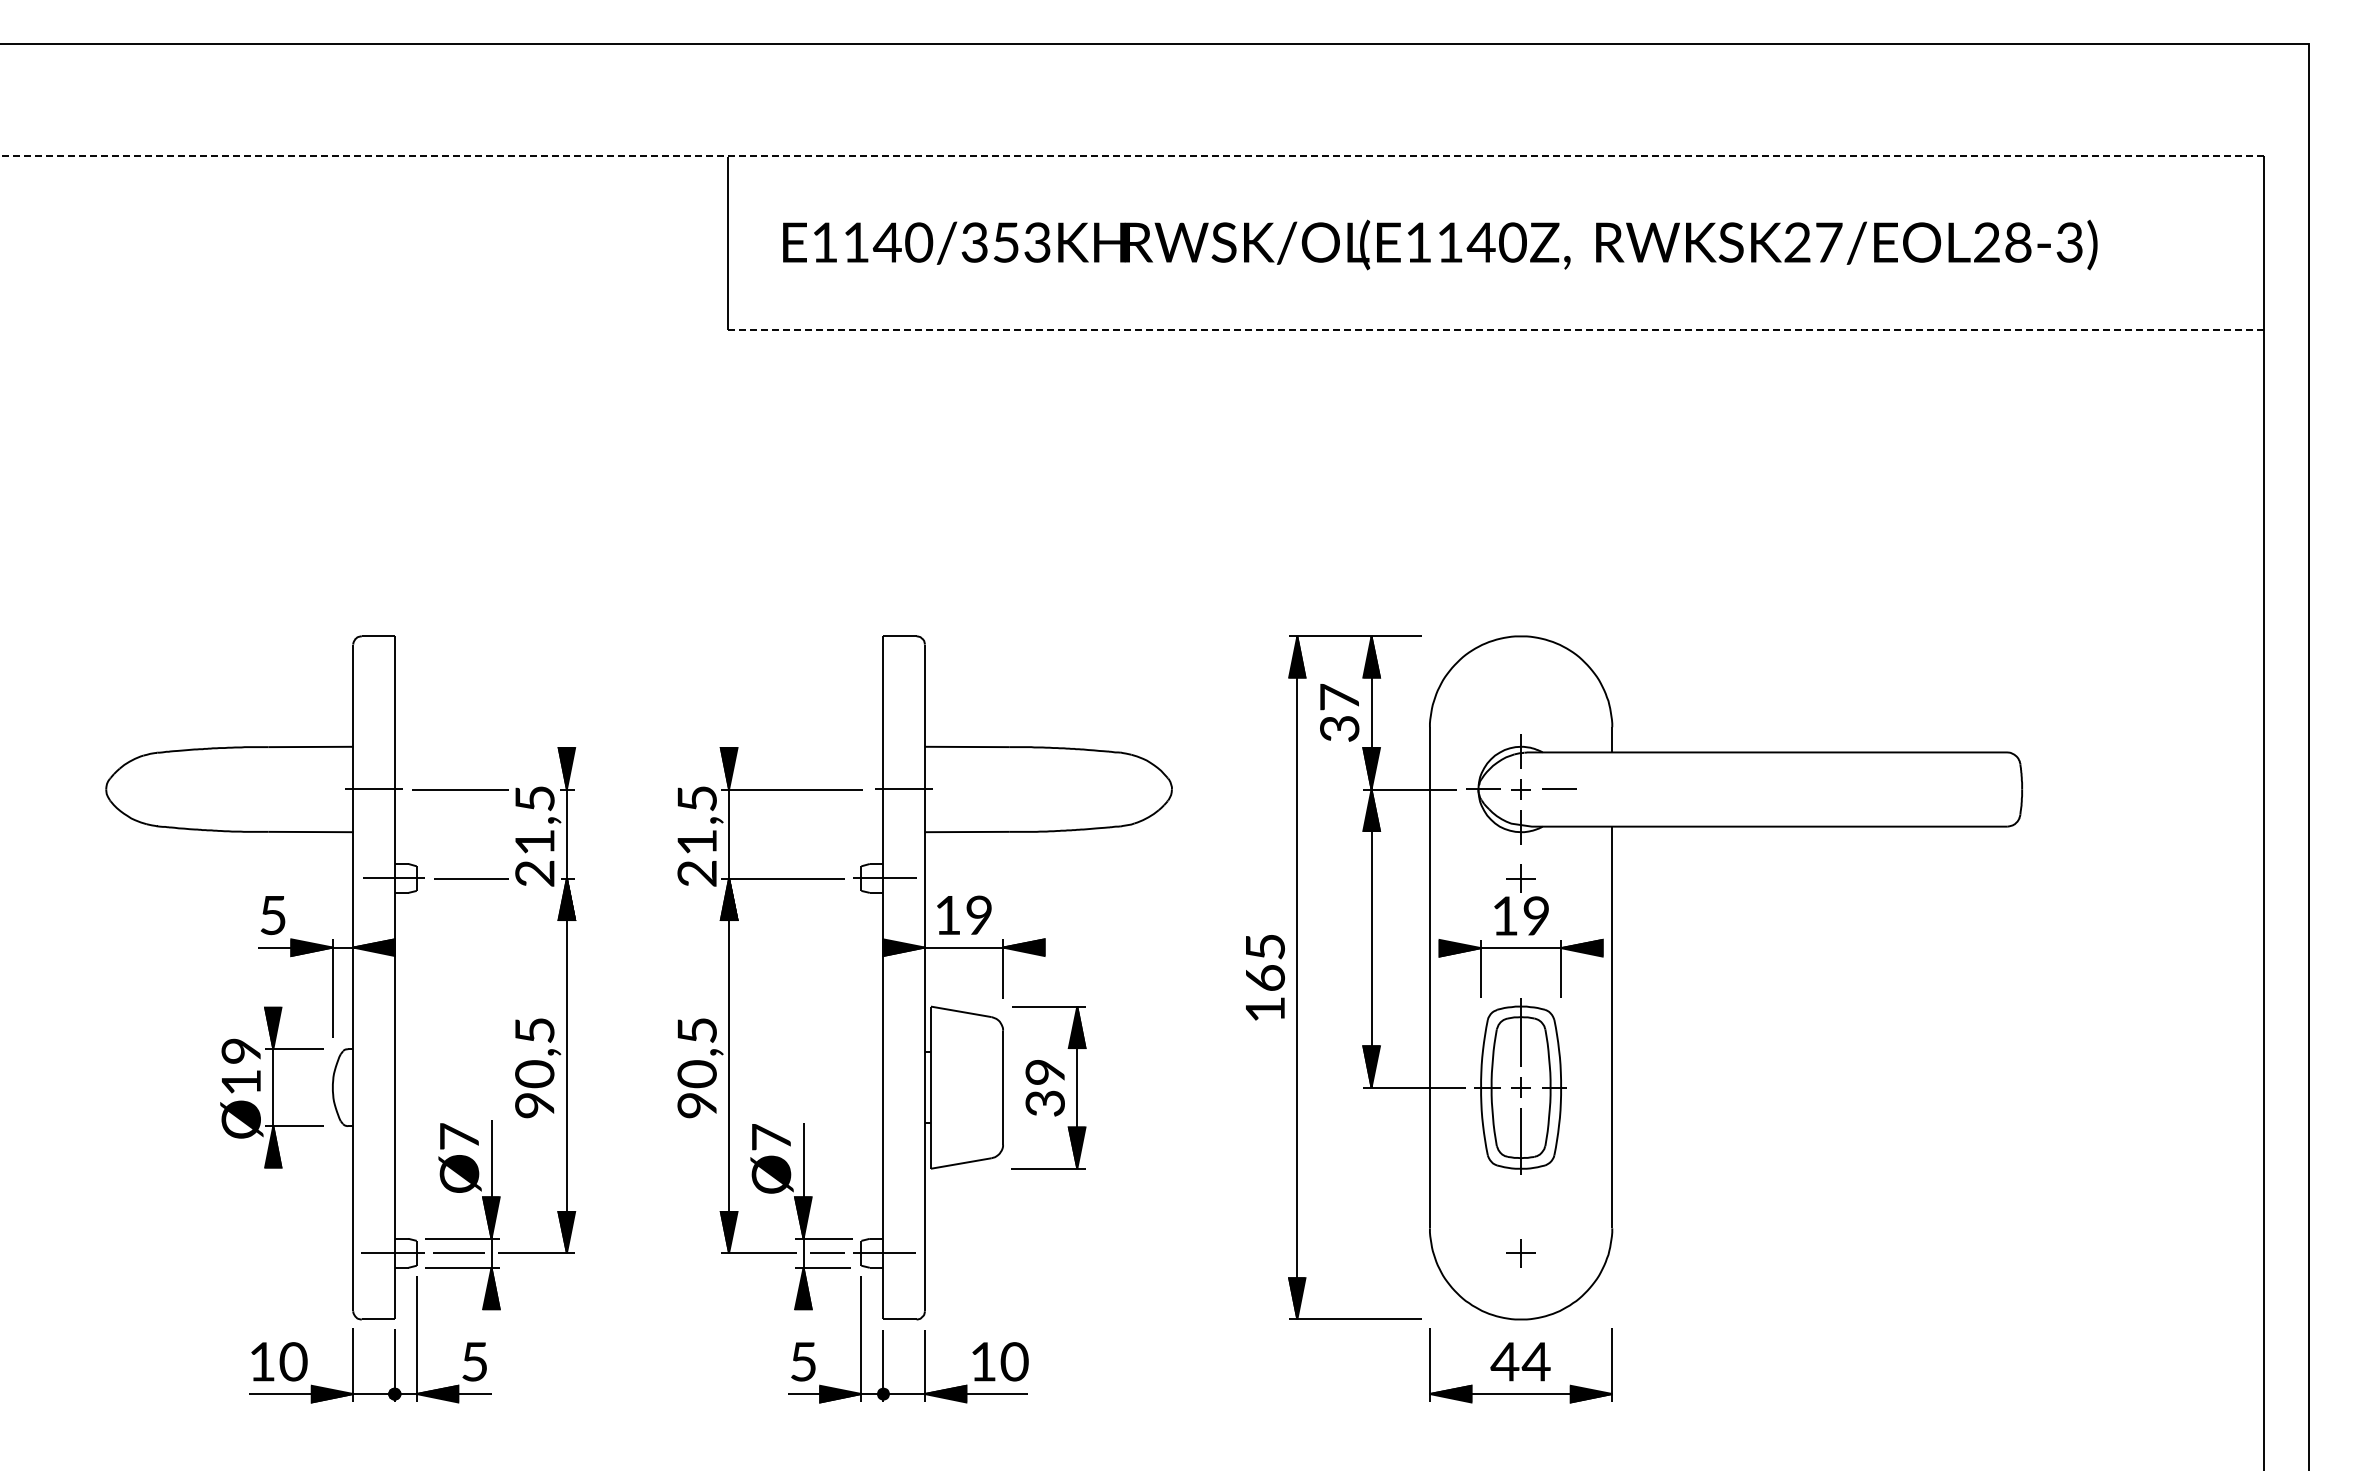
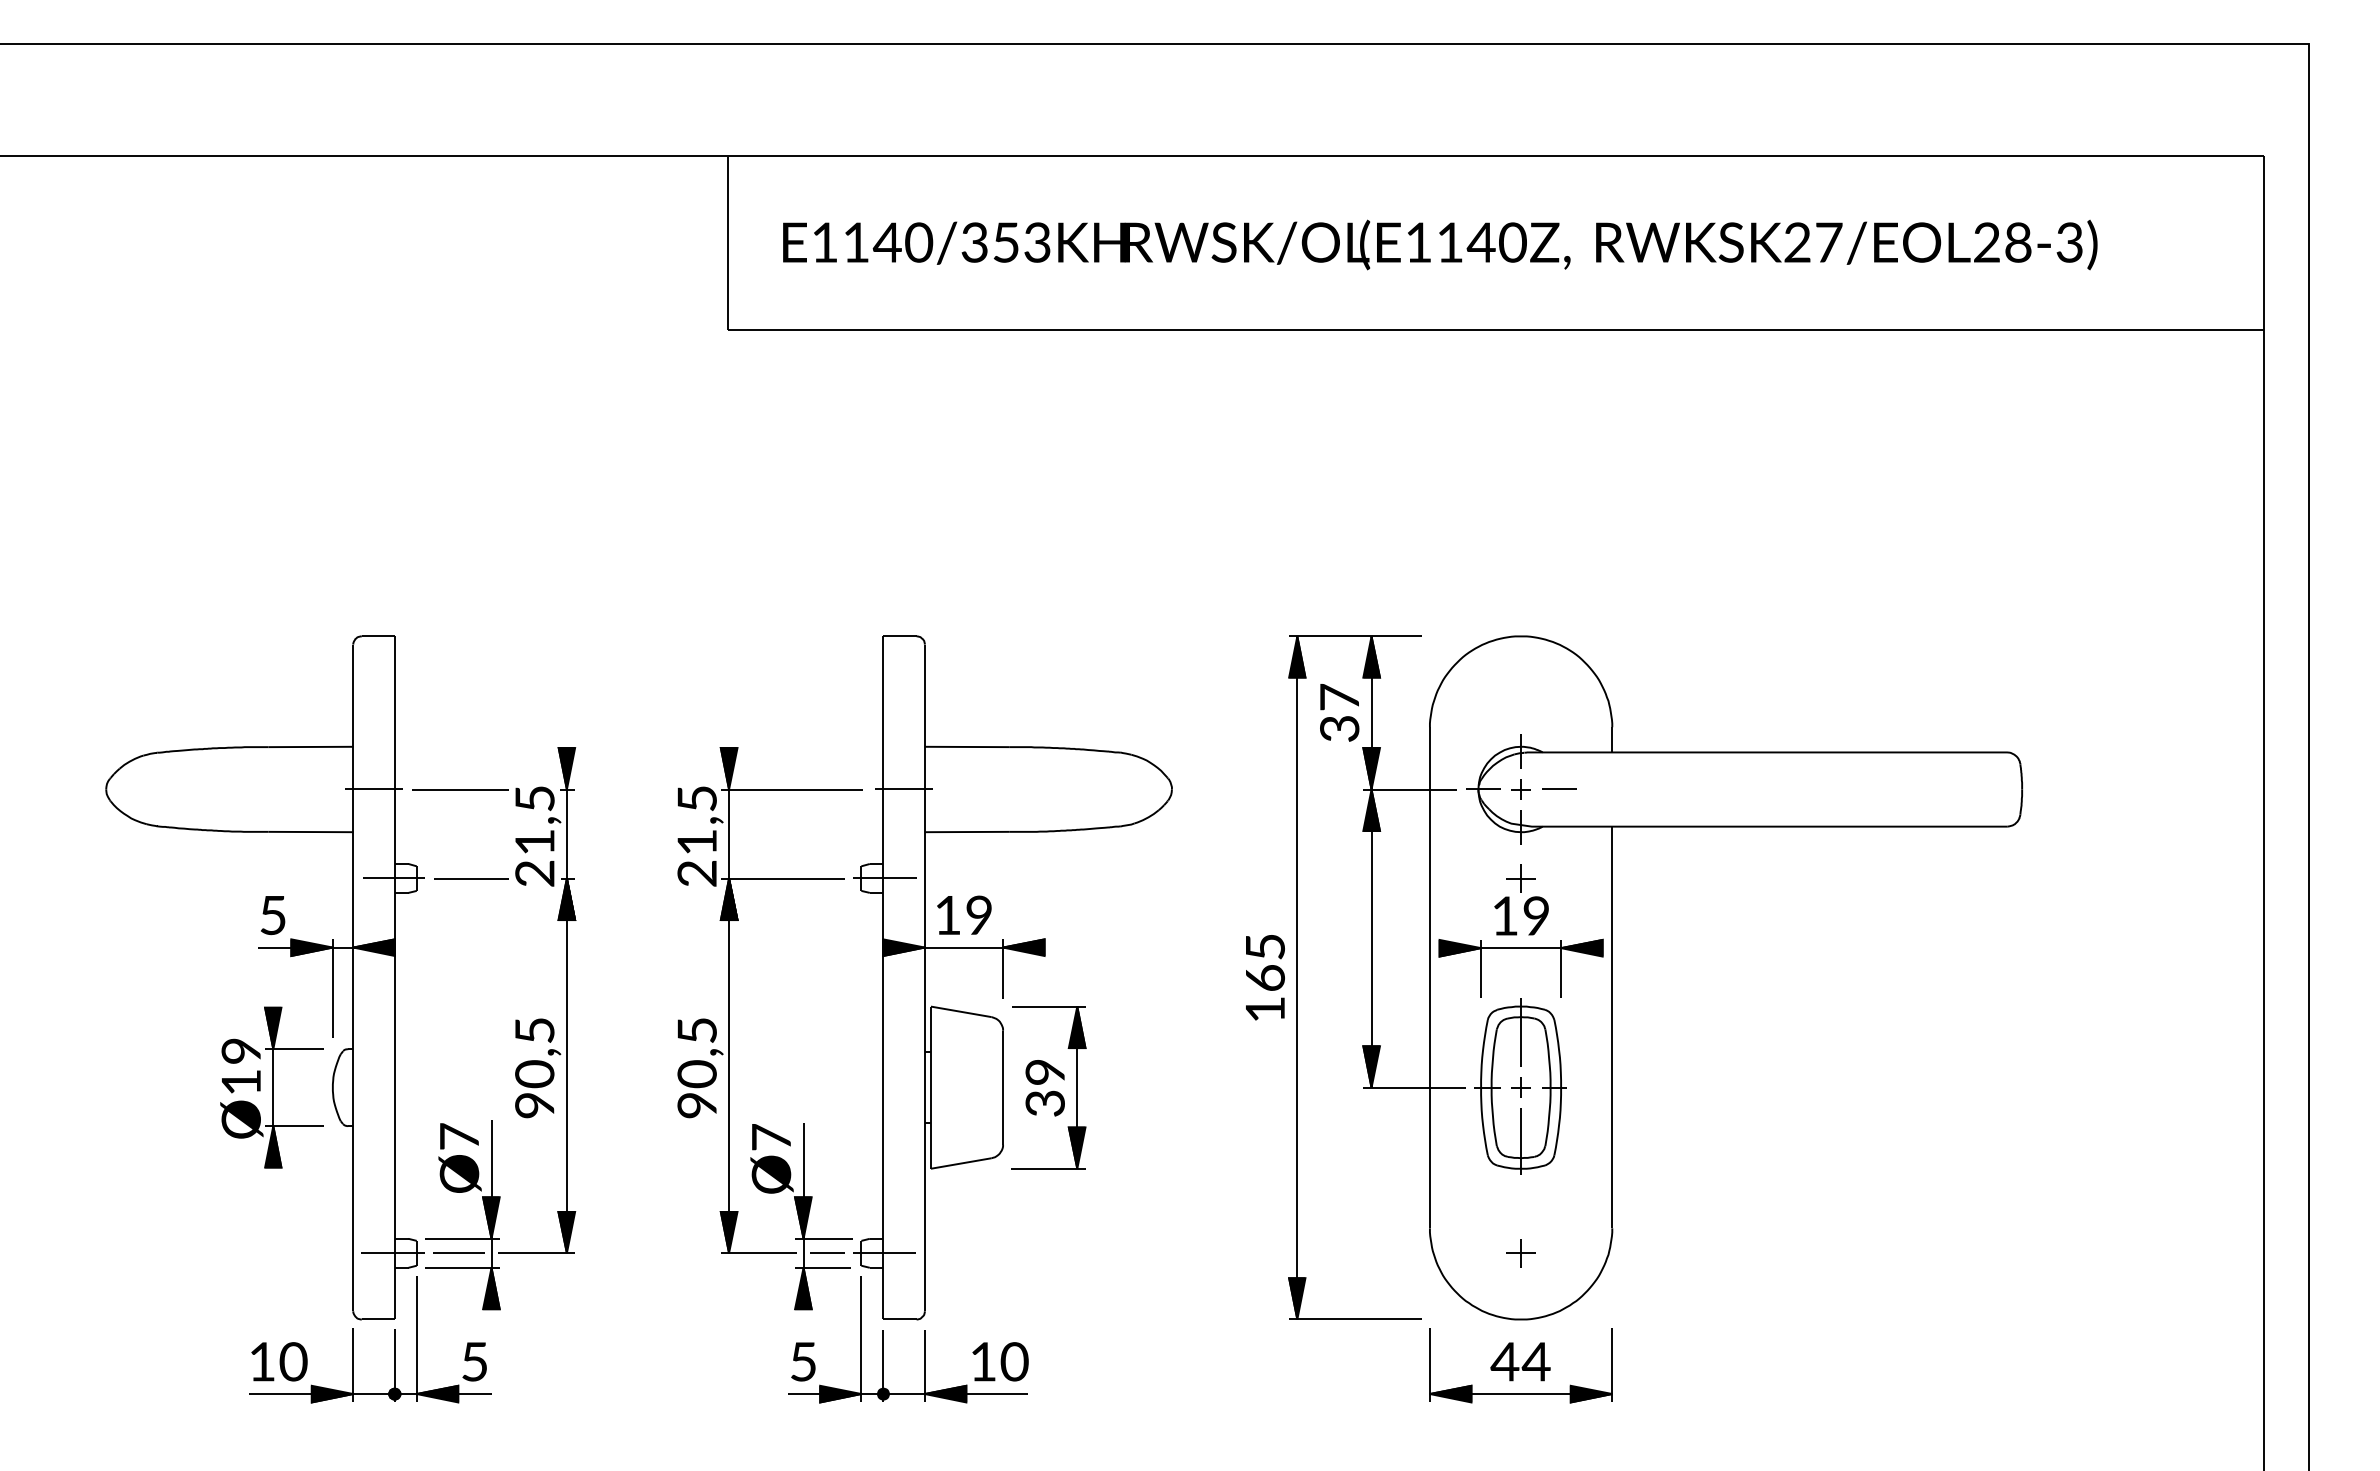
line at (1132, 156): dashed -> solid
line at (1496, 330): dashed -> solid
